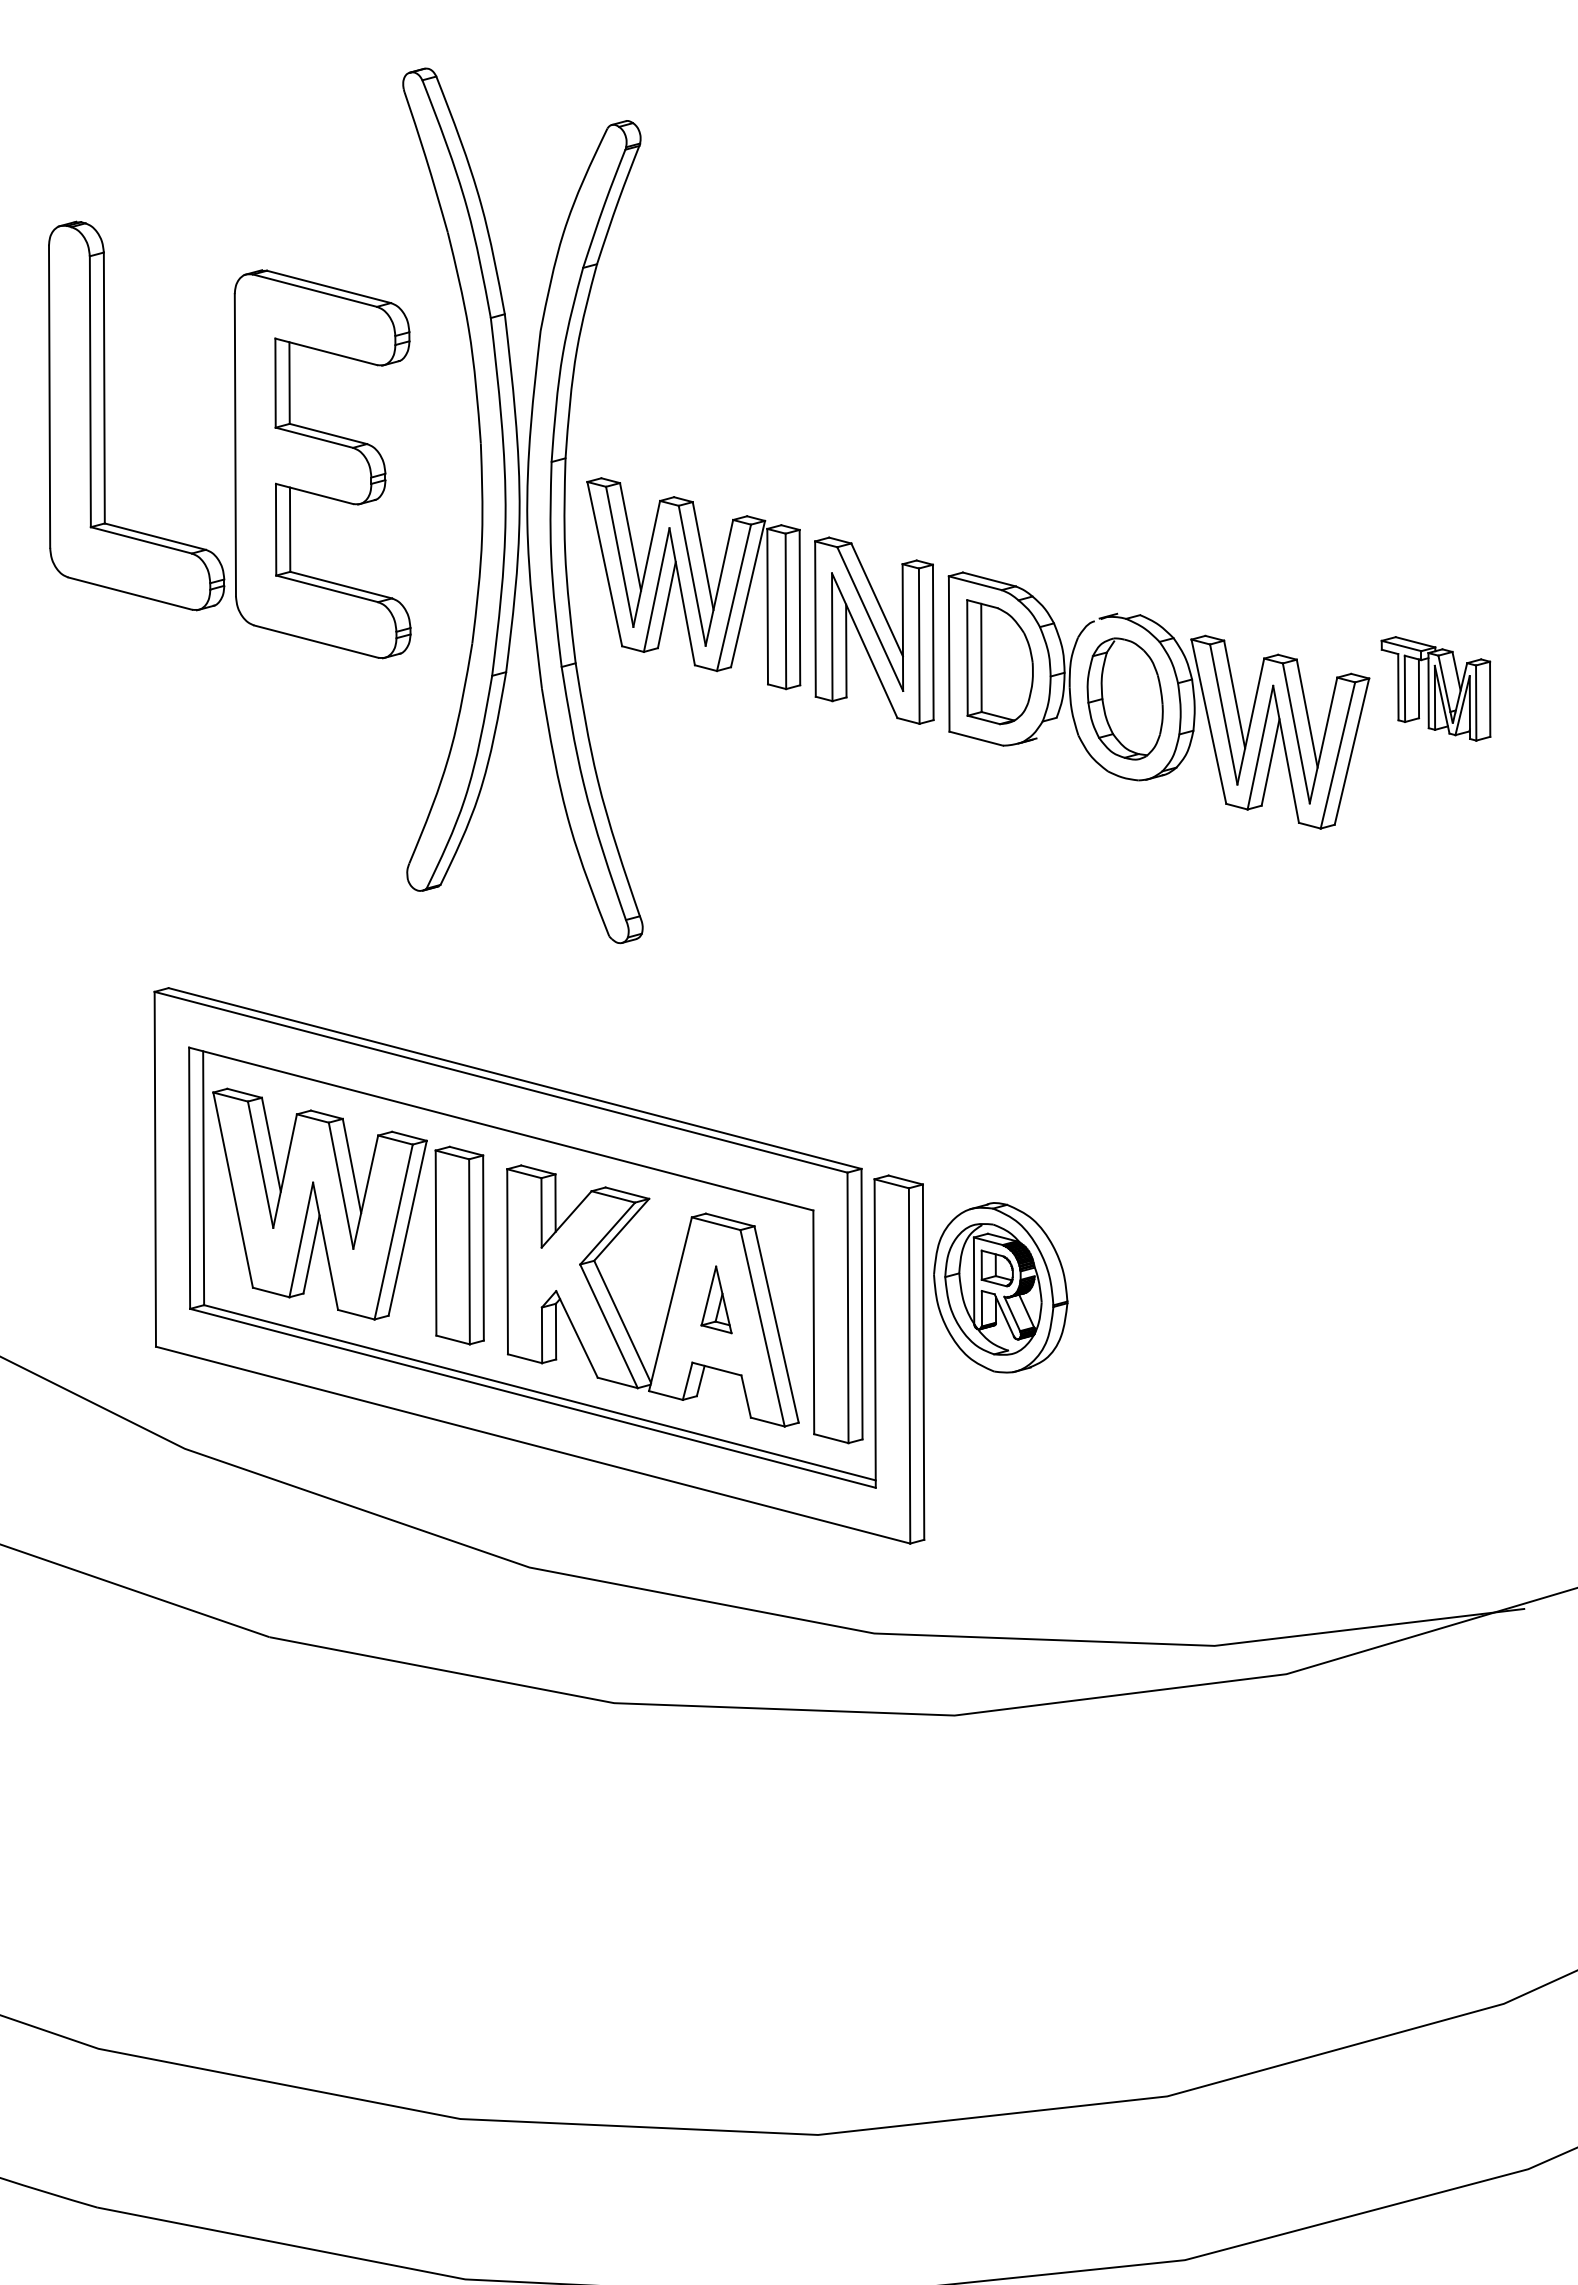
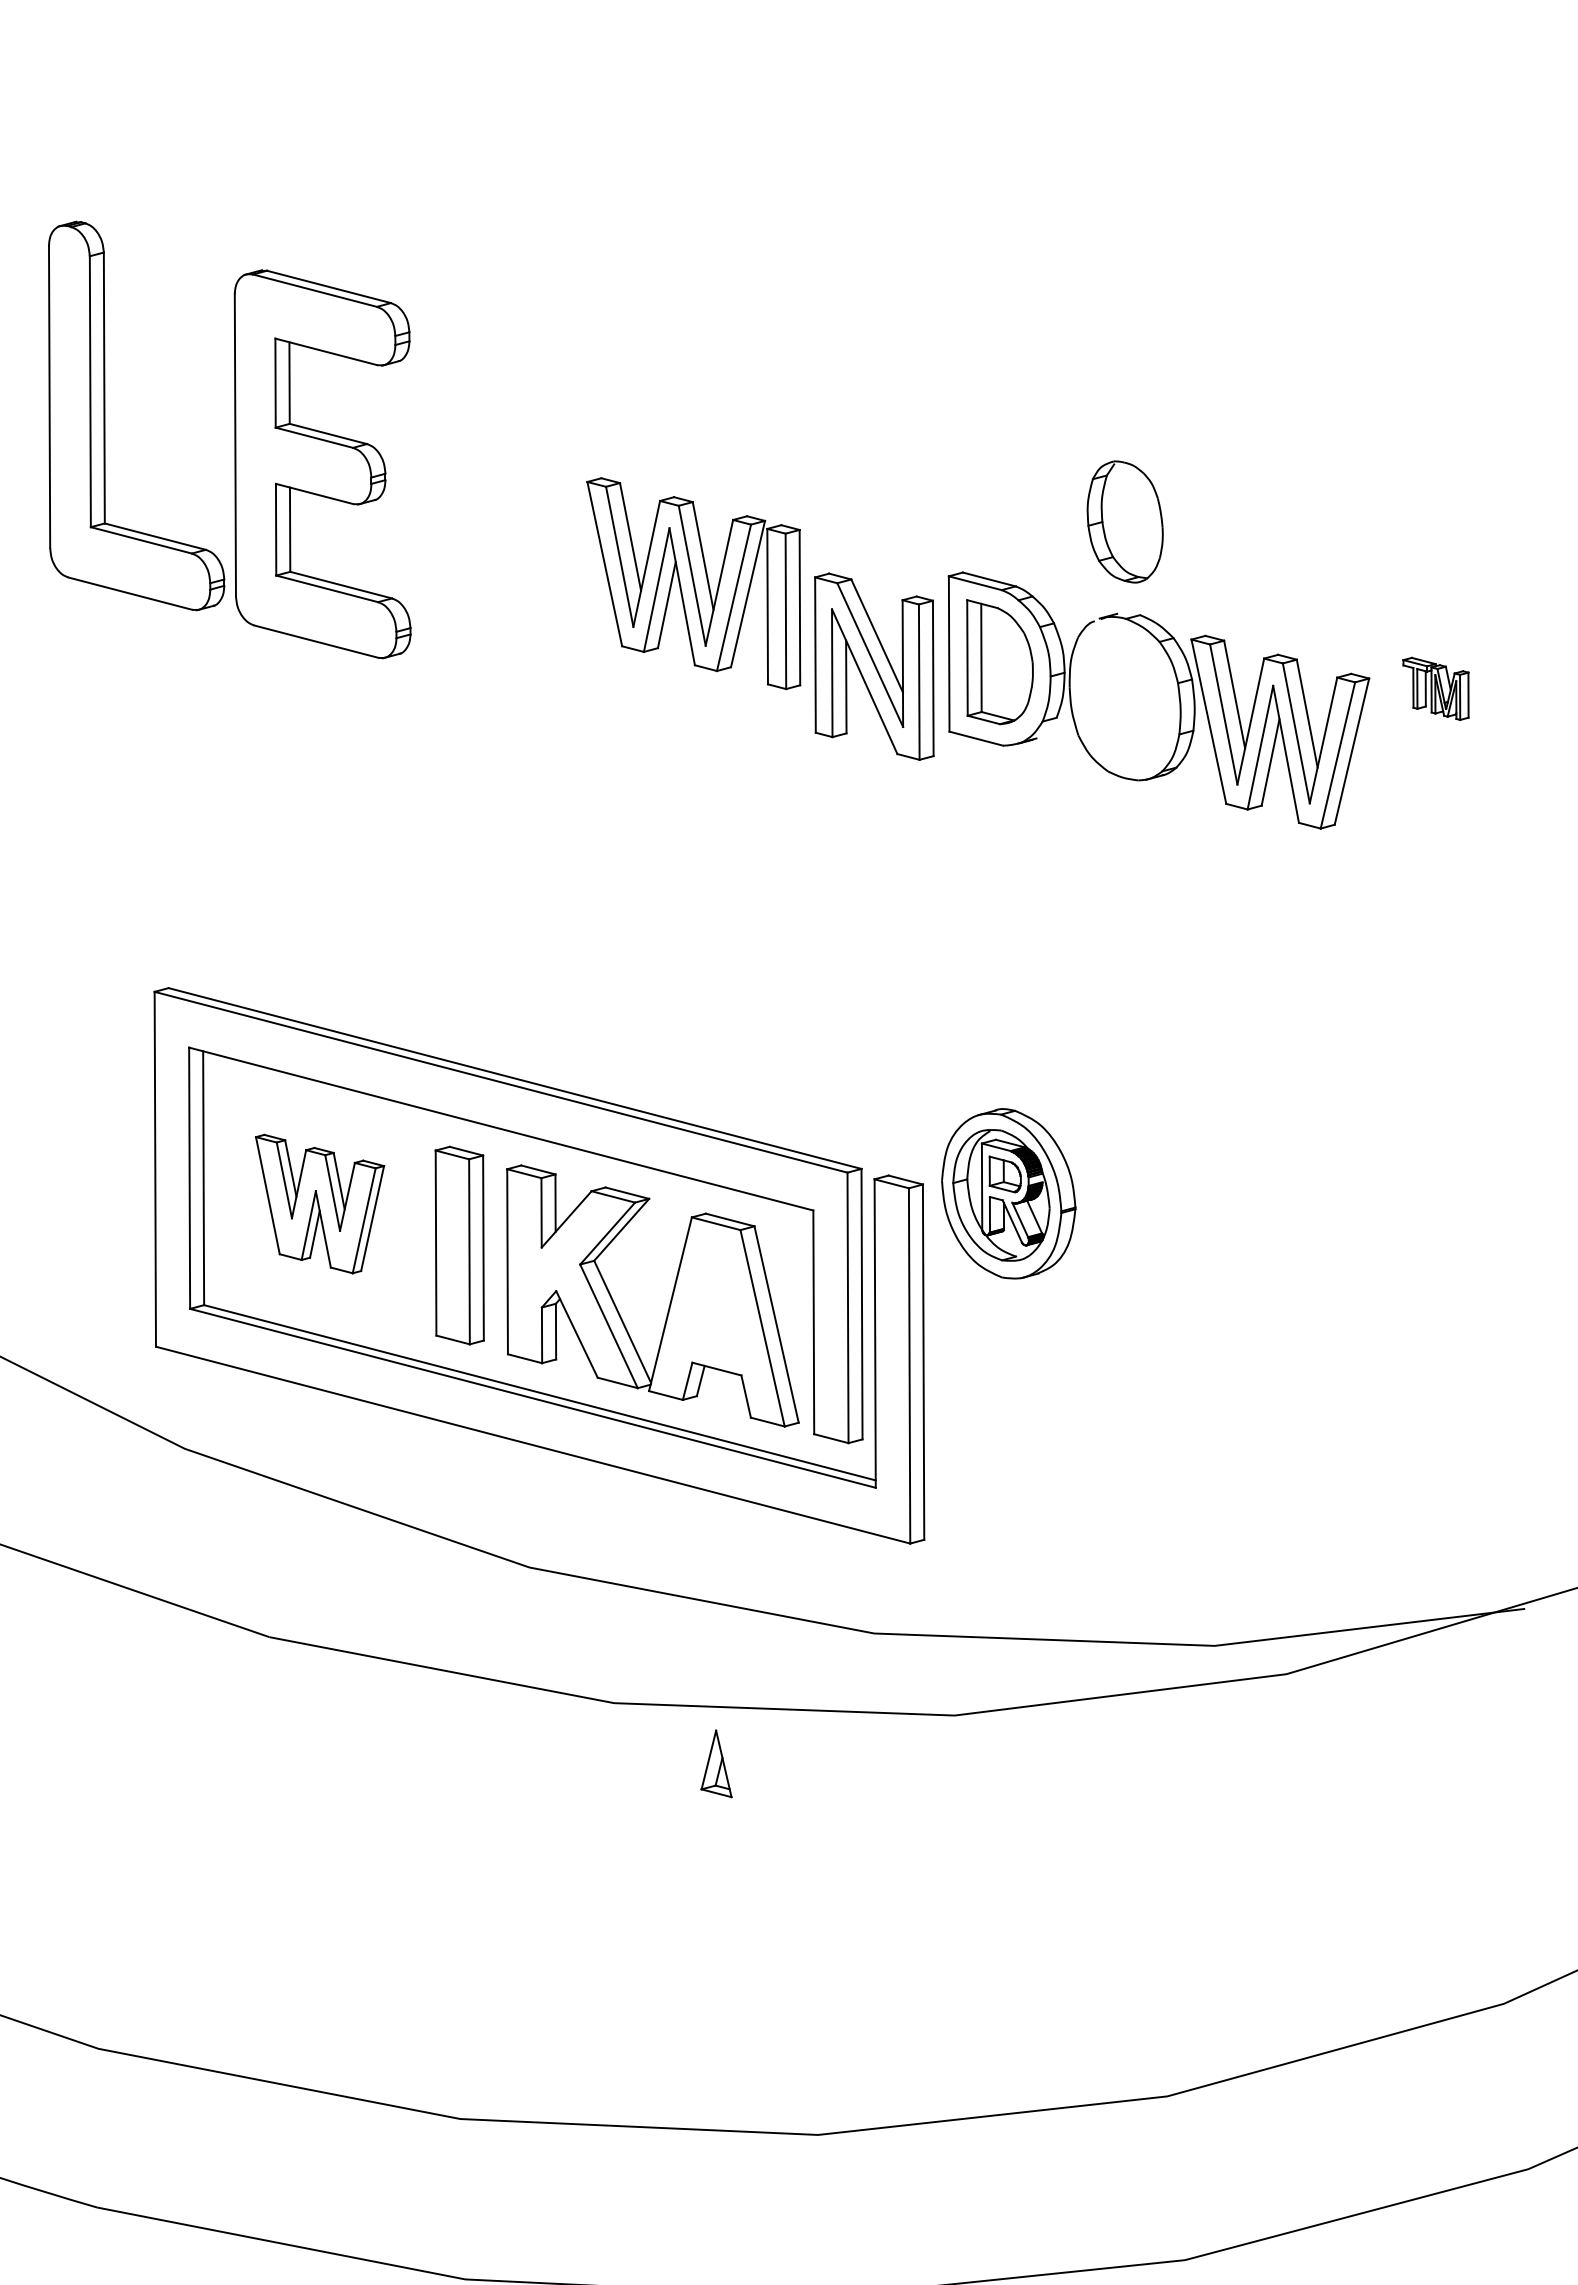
part at (522, 505): present -> none
part at (874, 630) position: (874, 630) -> (874, 666)
part at (1435, 688) size: 112x106 px -> 68x65 px
part at (1124, 698) position: (1124, 698) -> (1124, 521)
part at (319, 1203) size: 216x234 px -> 131x142 px
part at (1000, 1287) position: (1000, 1287) -> (1008, 1193)
part at (716, 1299) position: (716, 1299) -> (716, 1763)
